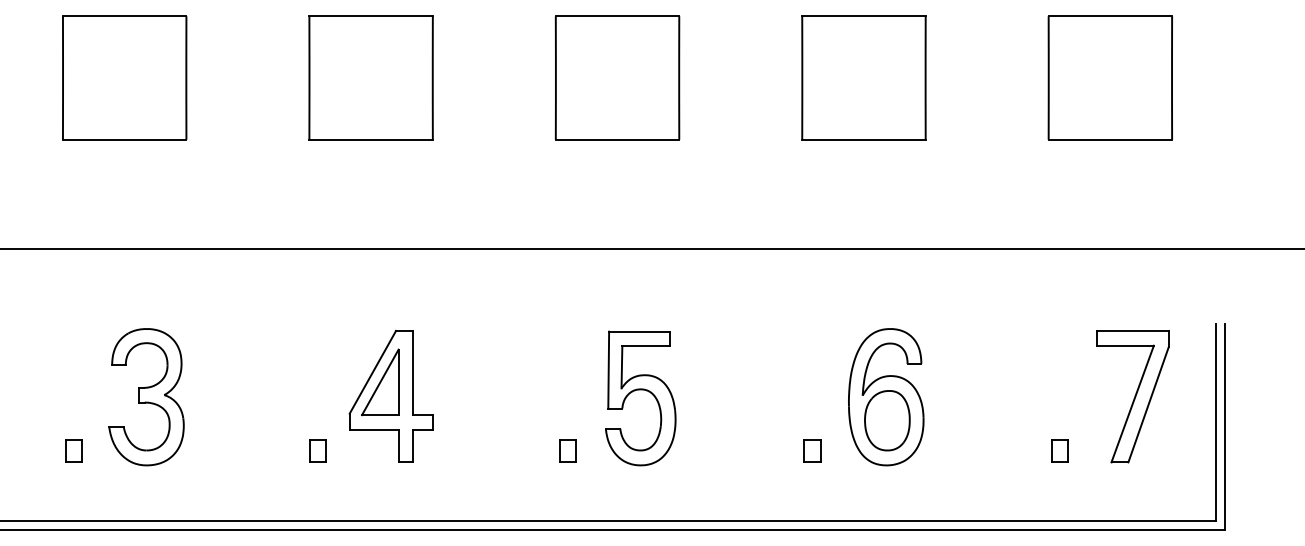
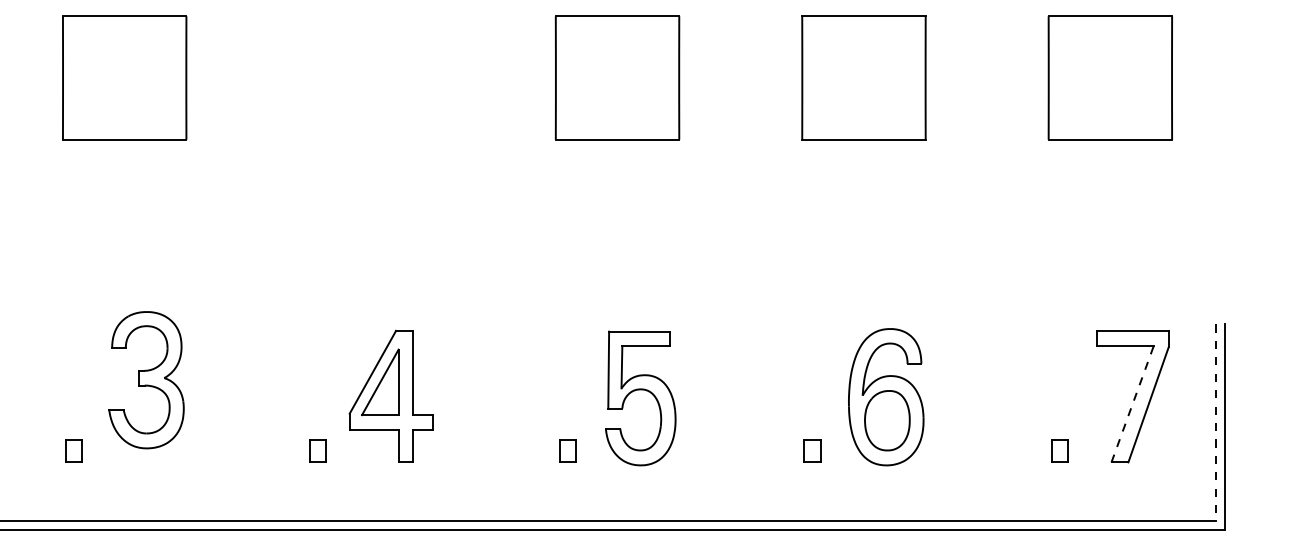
part at (370, 77): present -> none
line at (651, 249): present -> none
part at (146, 397) position: (146, 397) -> (146, 380)
line at (1132, 403): solid -> dashed
line at (1216, 423): solid -> dashed
